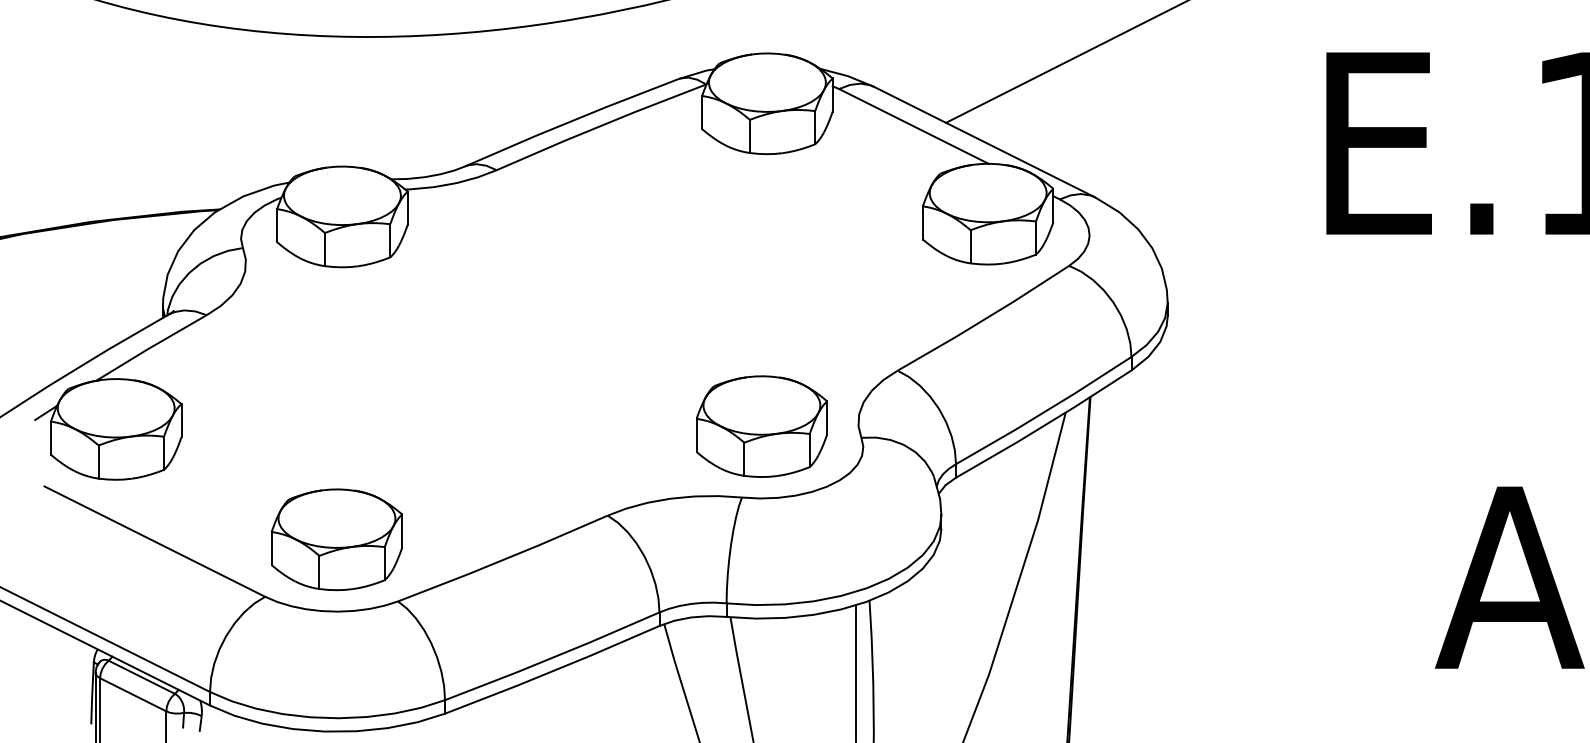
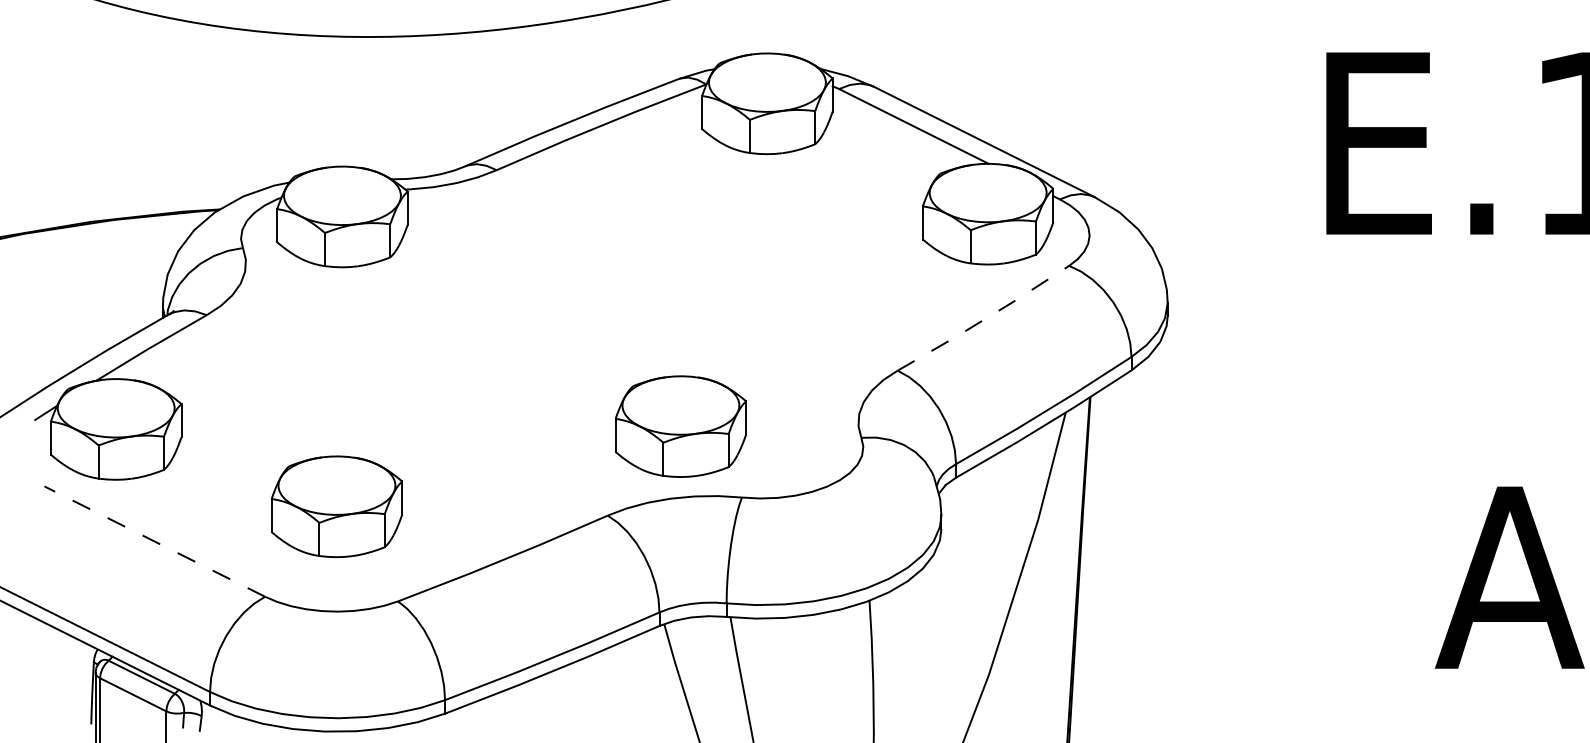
line at (1065, 62): present -> none
line at (984, 319): solid -> dashed
part at (761, 426) position: (761, 426) -> (680, 426)
part at (336, 539) position: (336, 539) -> (336, 506)
line at (154, 541): solid -> dashed
line at (856, 671): present -> none
